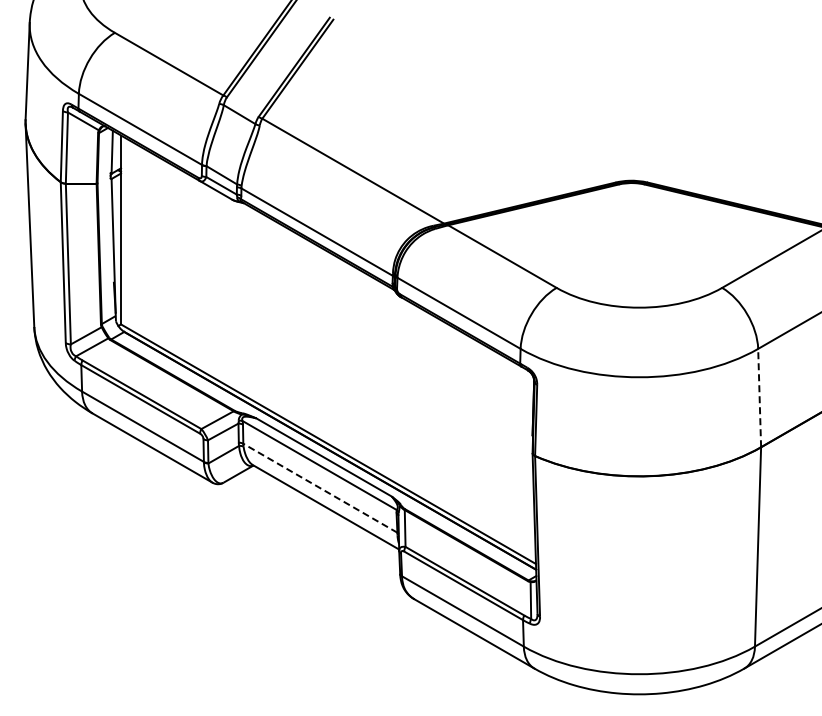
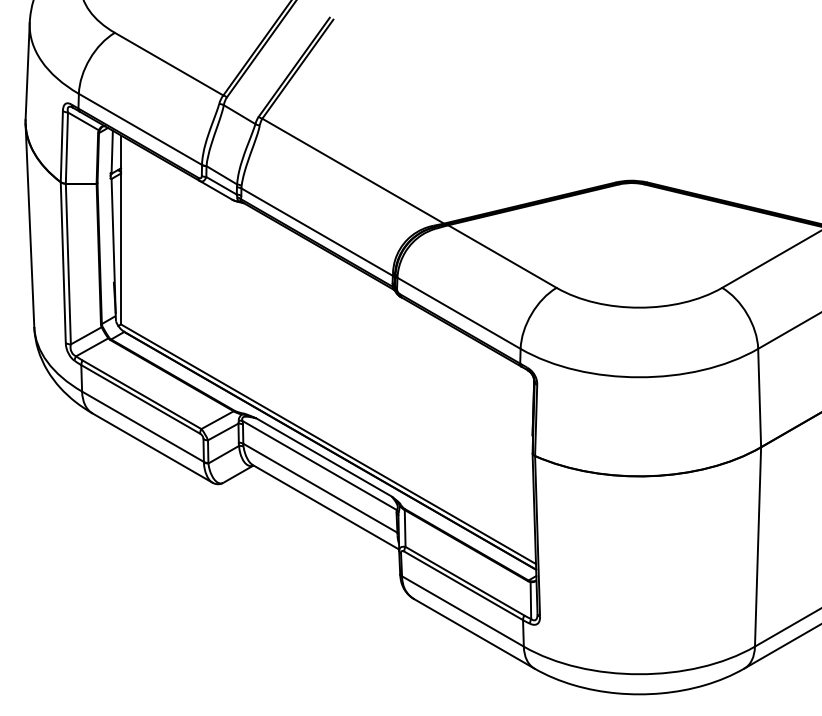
line at (759, 397): dashed -> solid
line at (320, 488): dashed -> solid
